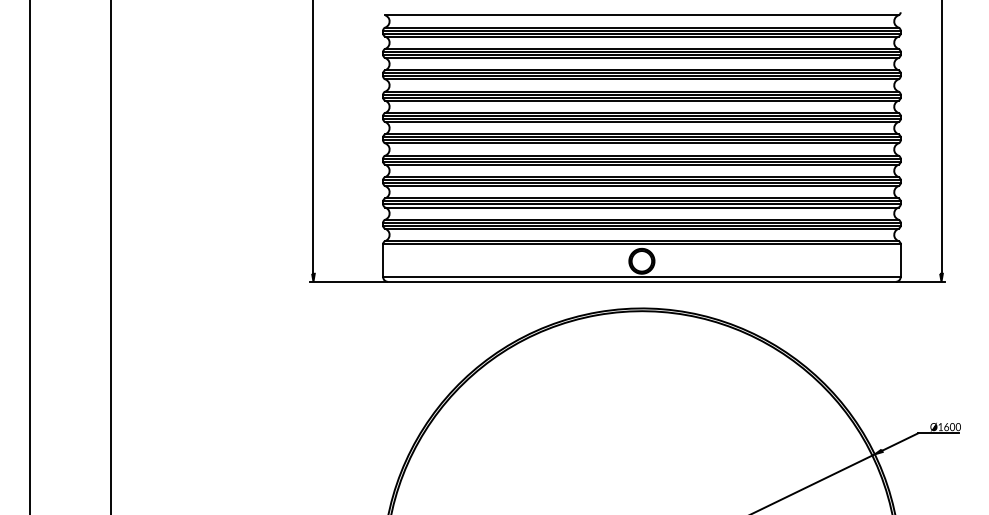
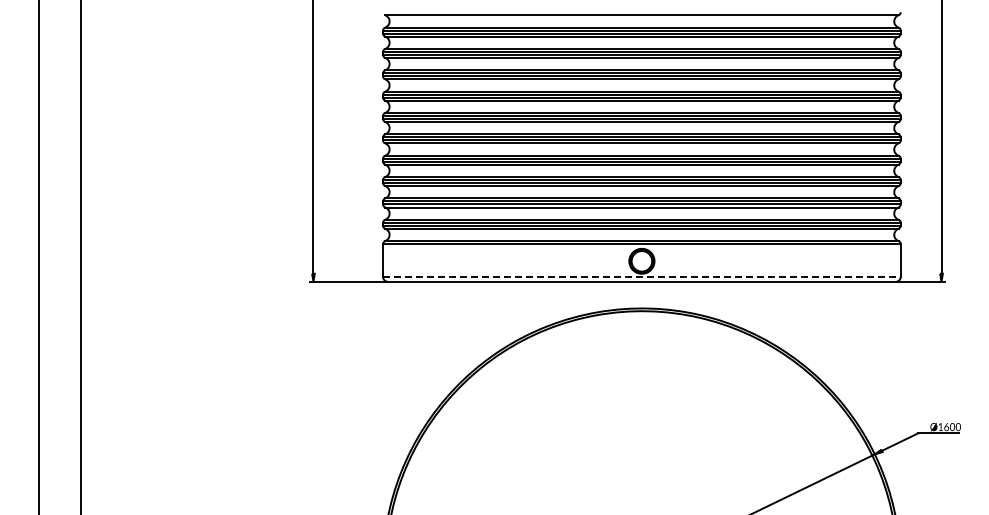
line at (29, 256) position: (29, 256) -> (38, 256)
line at (110, 256) position: (110, 256) -> (80, 256)
line at (641, 277): solid -> dashed
